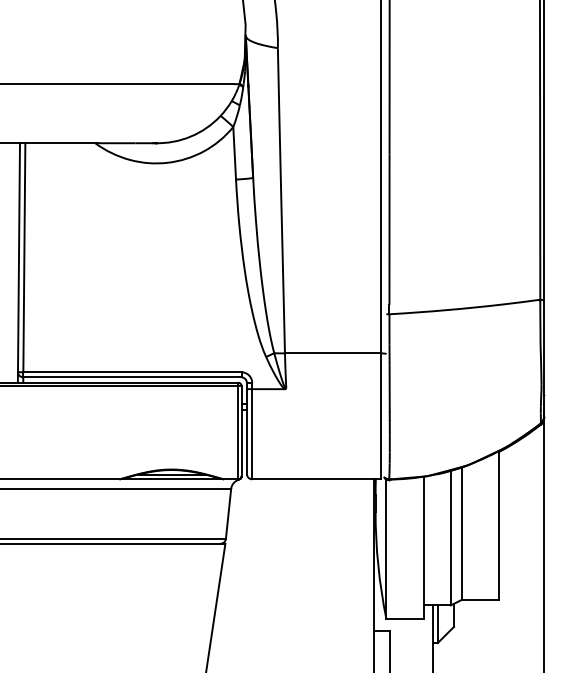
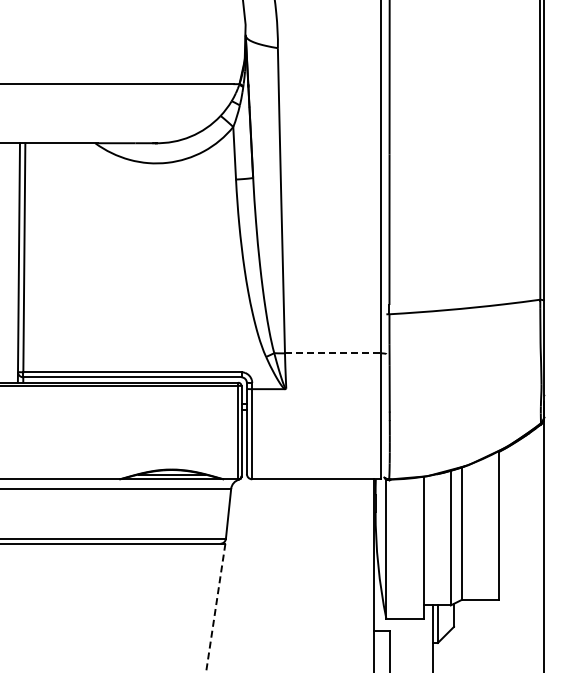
line at (333, 353): solid -> dashed
line at (215, 607): solid -> dashed
